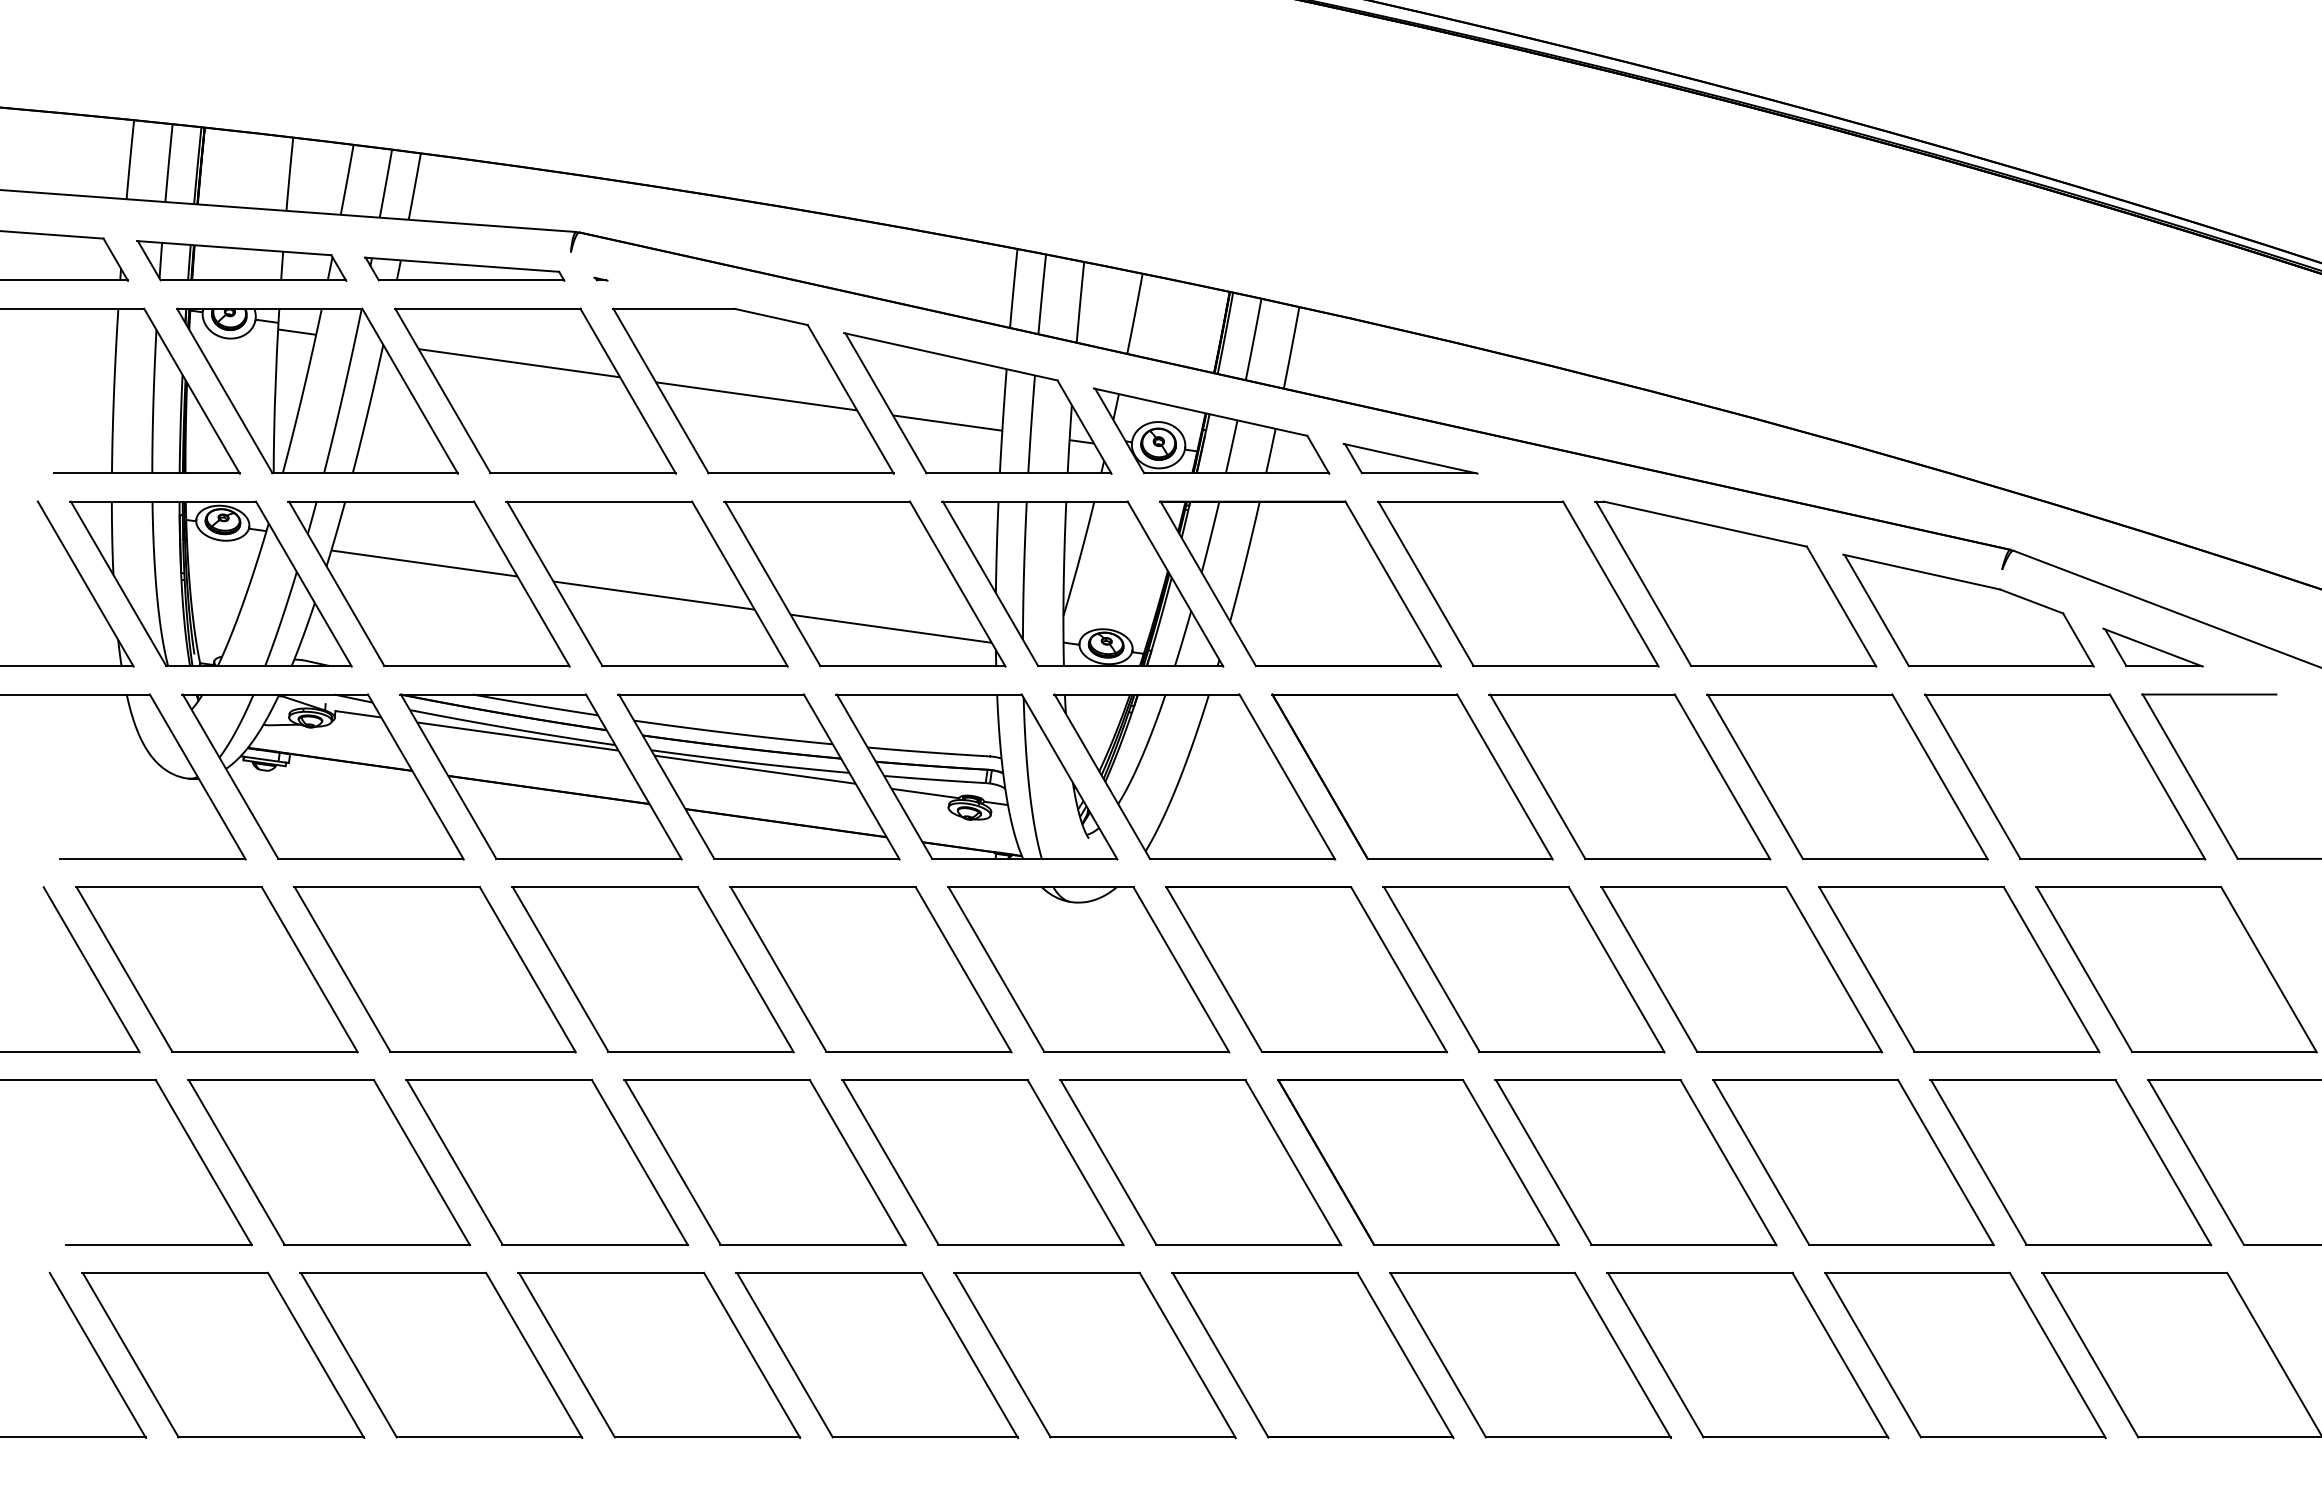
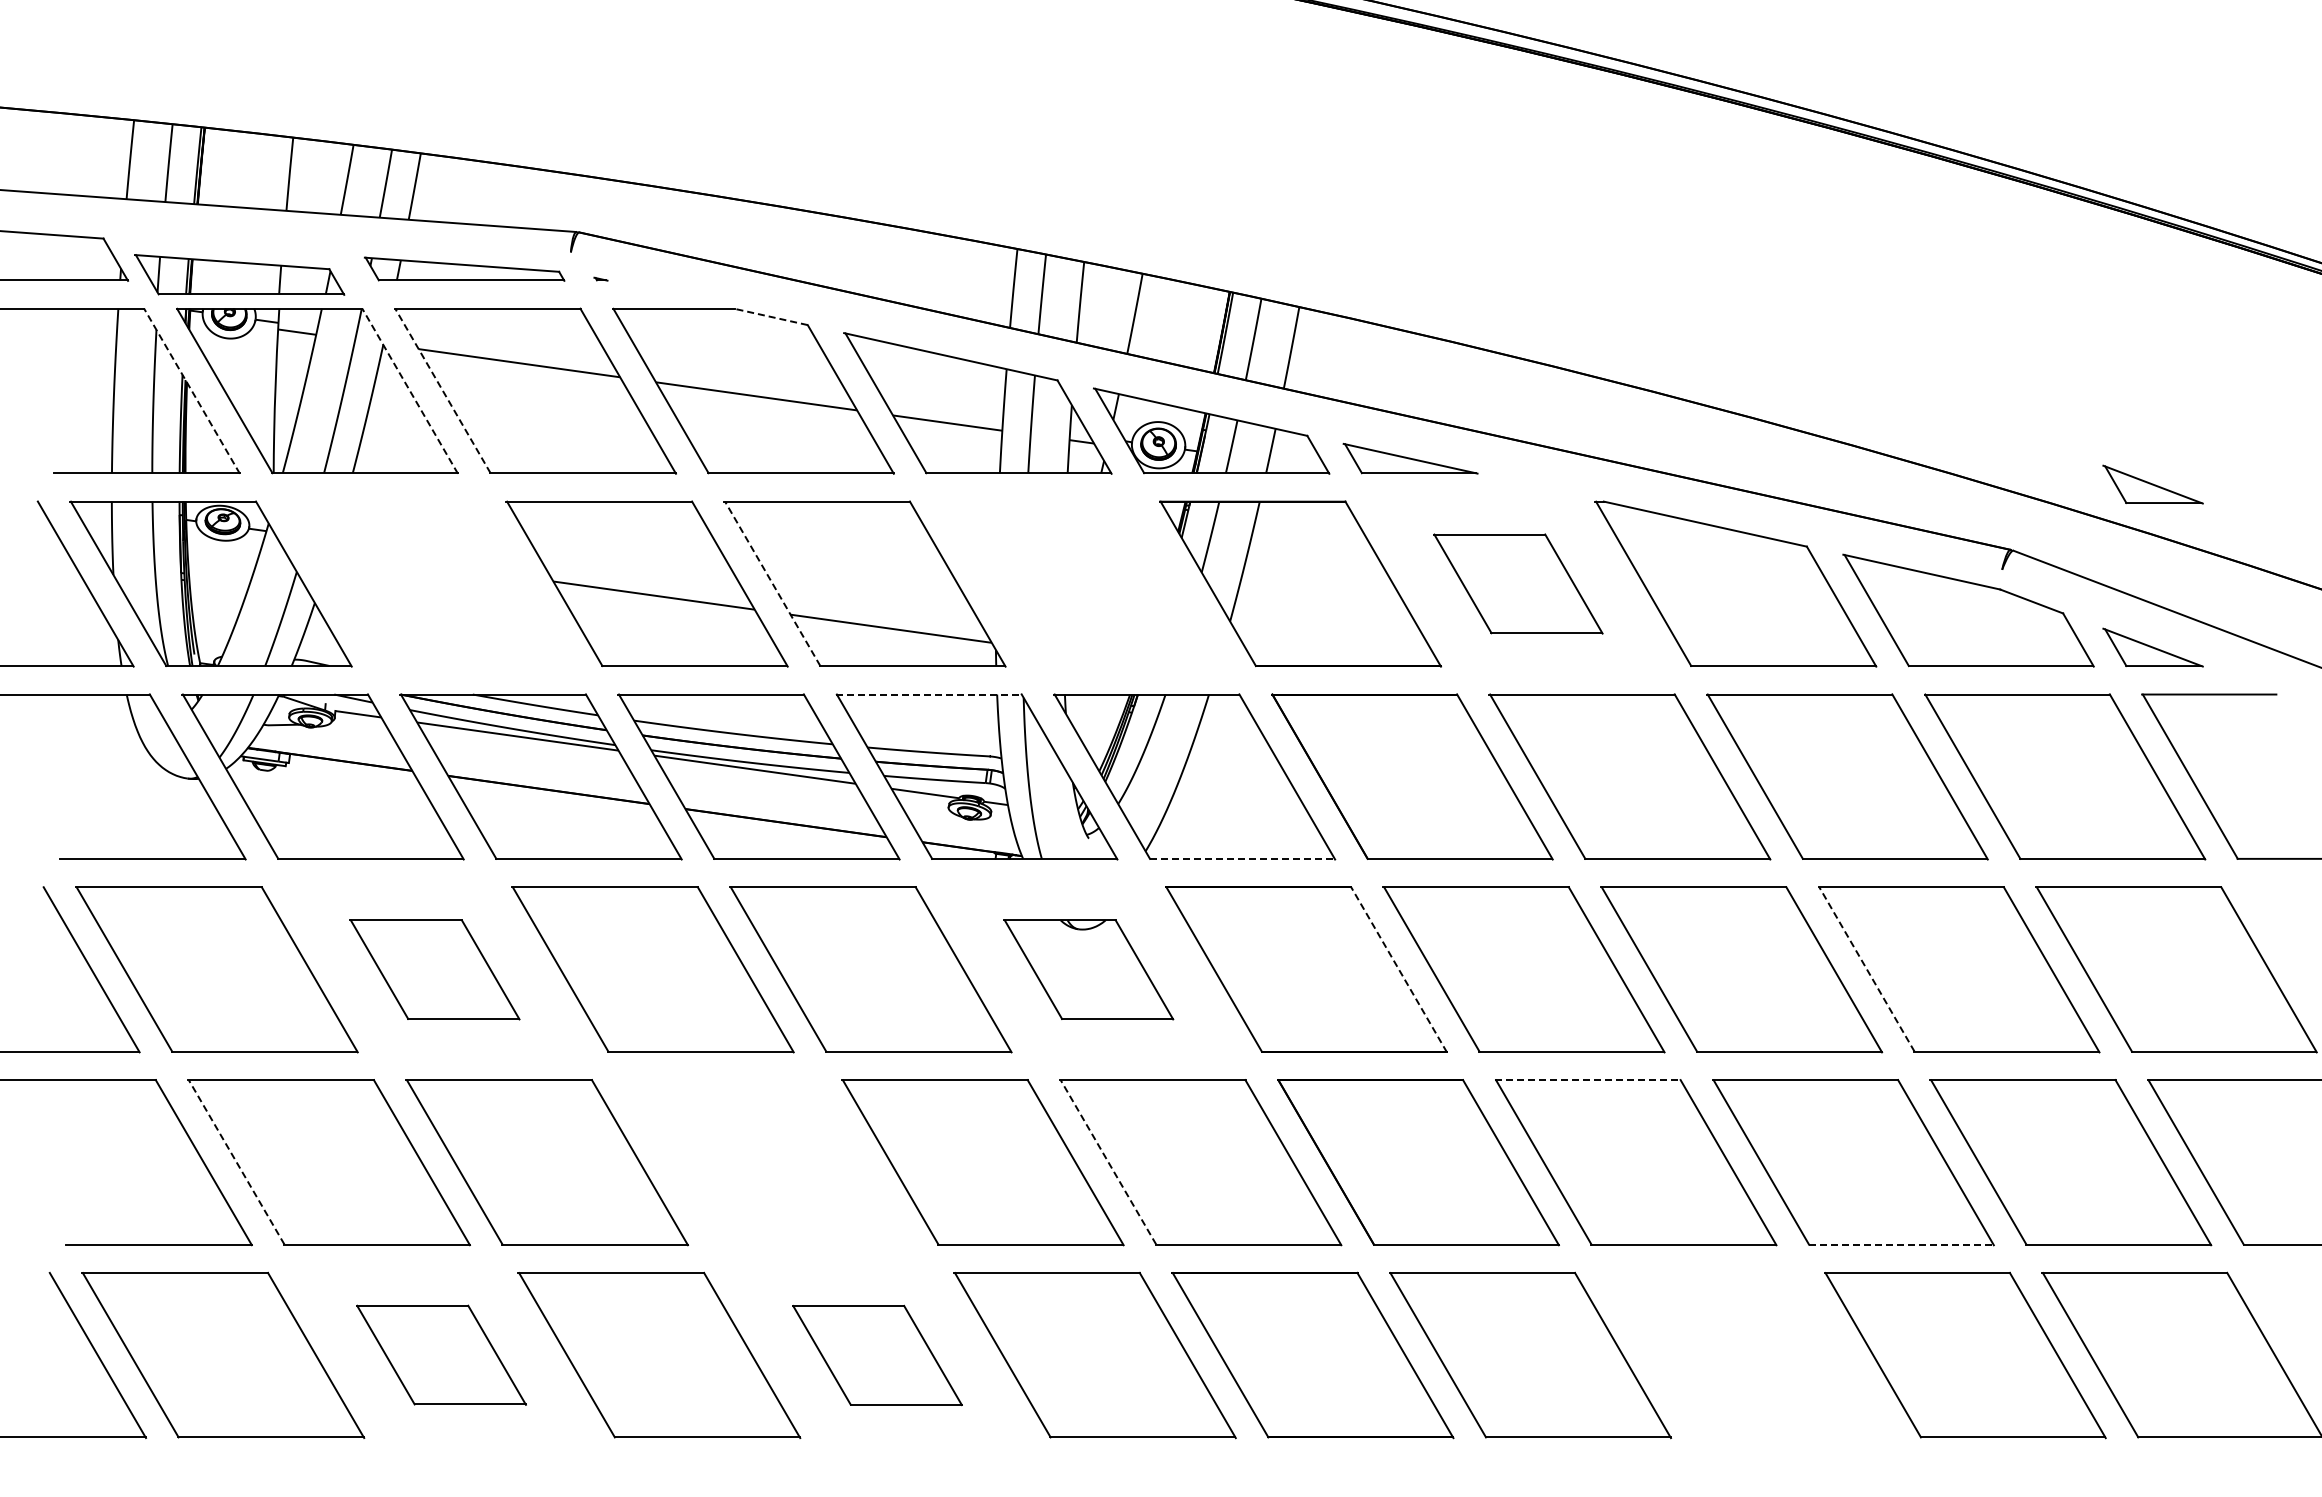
part at (241, 260) position: (241, 260) -> (239, 274)
line at (771, 316): solid -> dashed
line at (191, 390): solid -> dashed
line at (409, 390): solid -> dashed
line at (442, 391): solid -> dashed
part at (2152, 484): none -> present
part at (428, 583): present -> none
line at (772, 583): solid -> dashed
part at (1082, 583): present -> none
part at (1518, 583) size: 283x168 px -> 171x102 px
line at (928, 694): solid -> dashed
line at (1242, 858): solid -> dashed
part at (434, 969) size: 284x168 px -> 172x102 px
part at (1088, 969) size: 284x168 px -> 172x102 px
line at (1398, 969): solid -> dashed
line at (1867, 969): solid -> dashed
line at (1588, 1080): solid -> dashed
line at (236, 1161): solid -> dashed
line at (1108, 1161): solid -> dashed
part at (764, 1162): present -> none
line at (1901, 1244): solid -> dashed
part at (441, 1354) size: 285x168 px -> 171x102 px
part at (877, 1355) size: 285x169 px -> 171x103 px
part at (1747, 1355): present -> none
